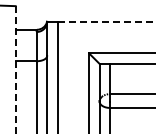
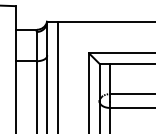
line at (106, 21): dashed -> solid
line at (15, 70): dashed -> solid
